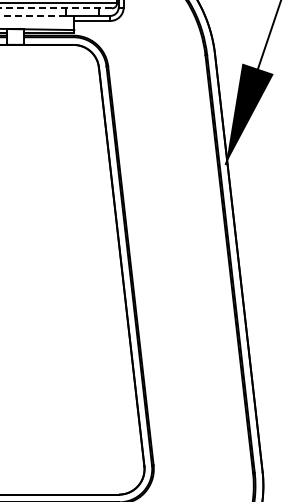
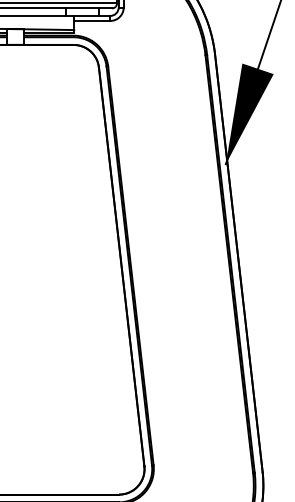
line at (56, 8): dashed -> solid
line at (32, 15): dashed -> solid
